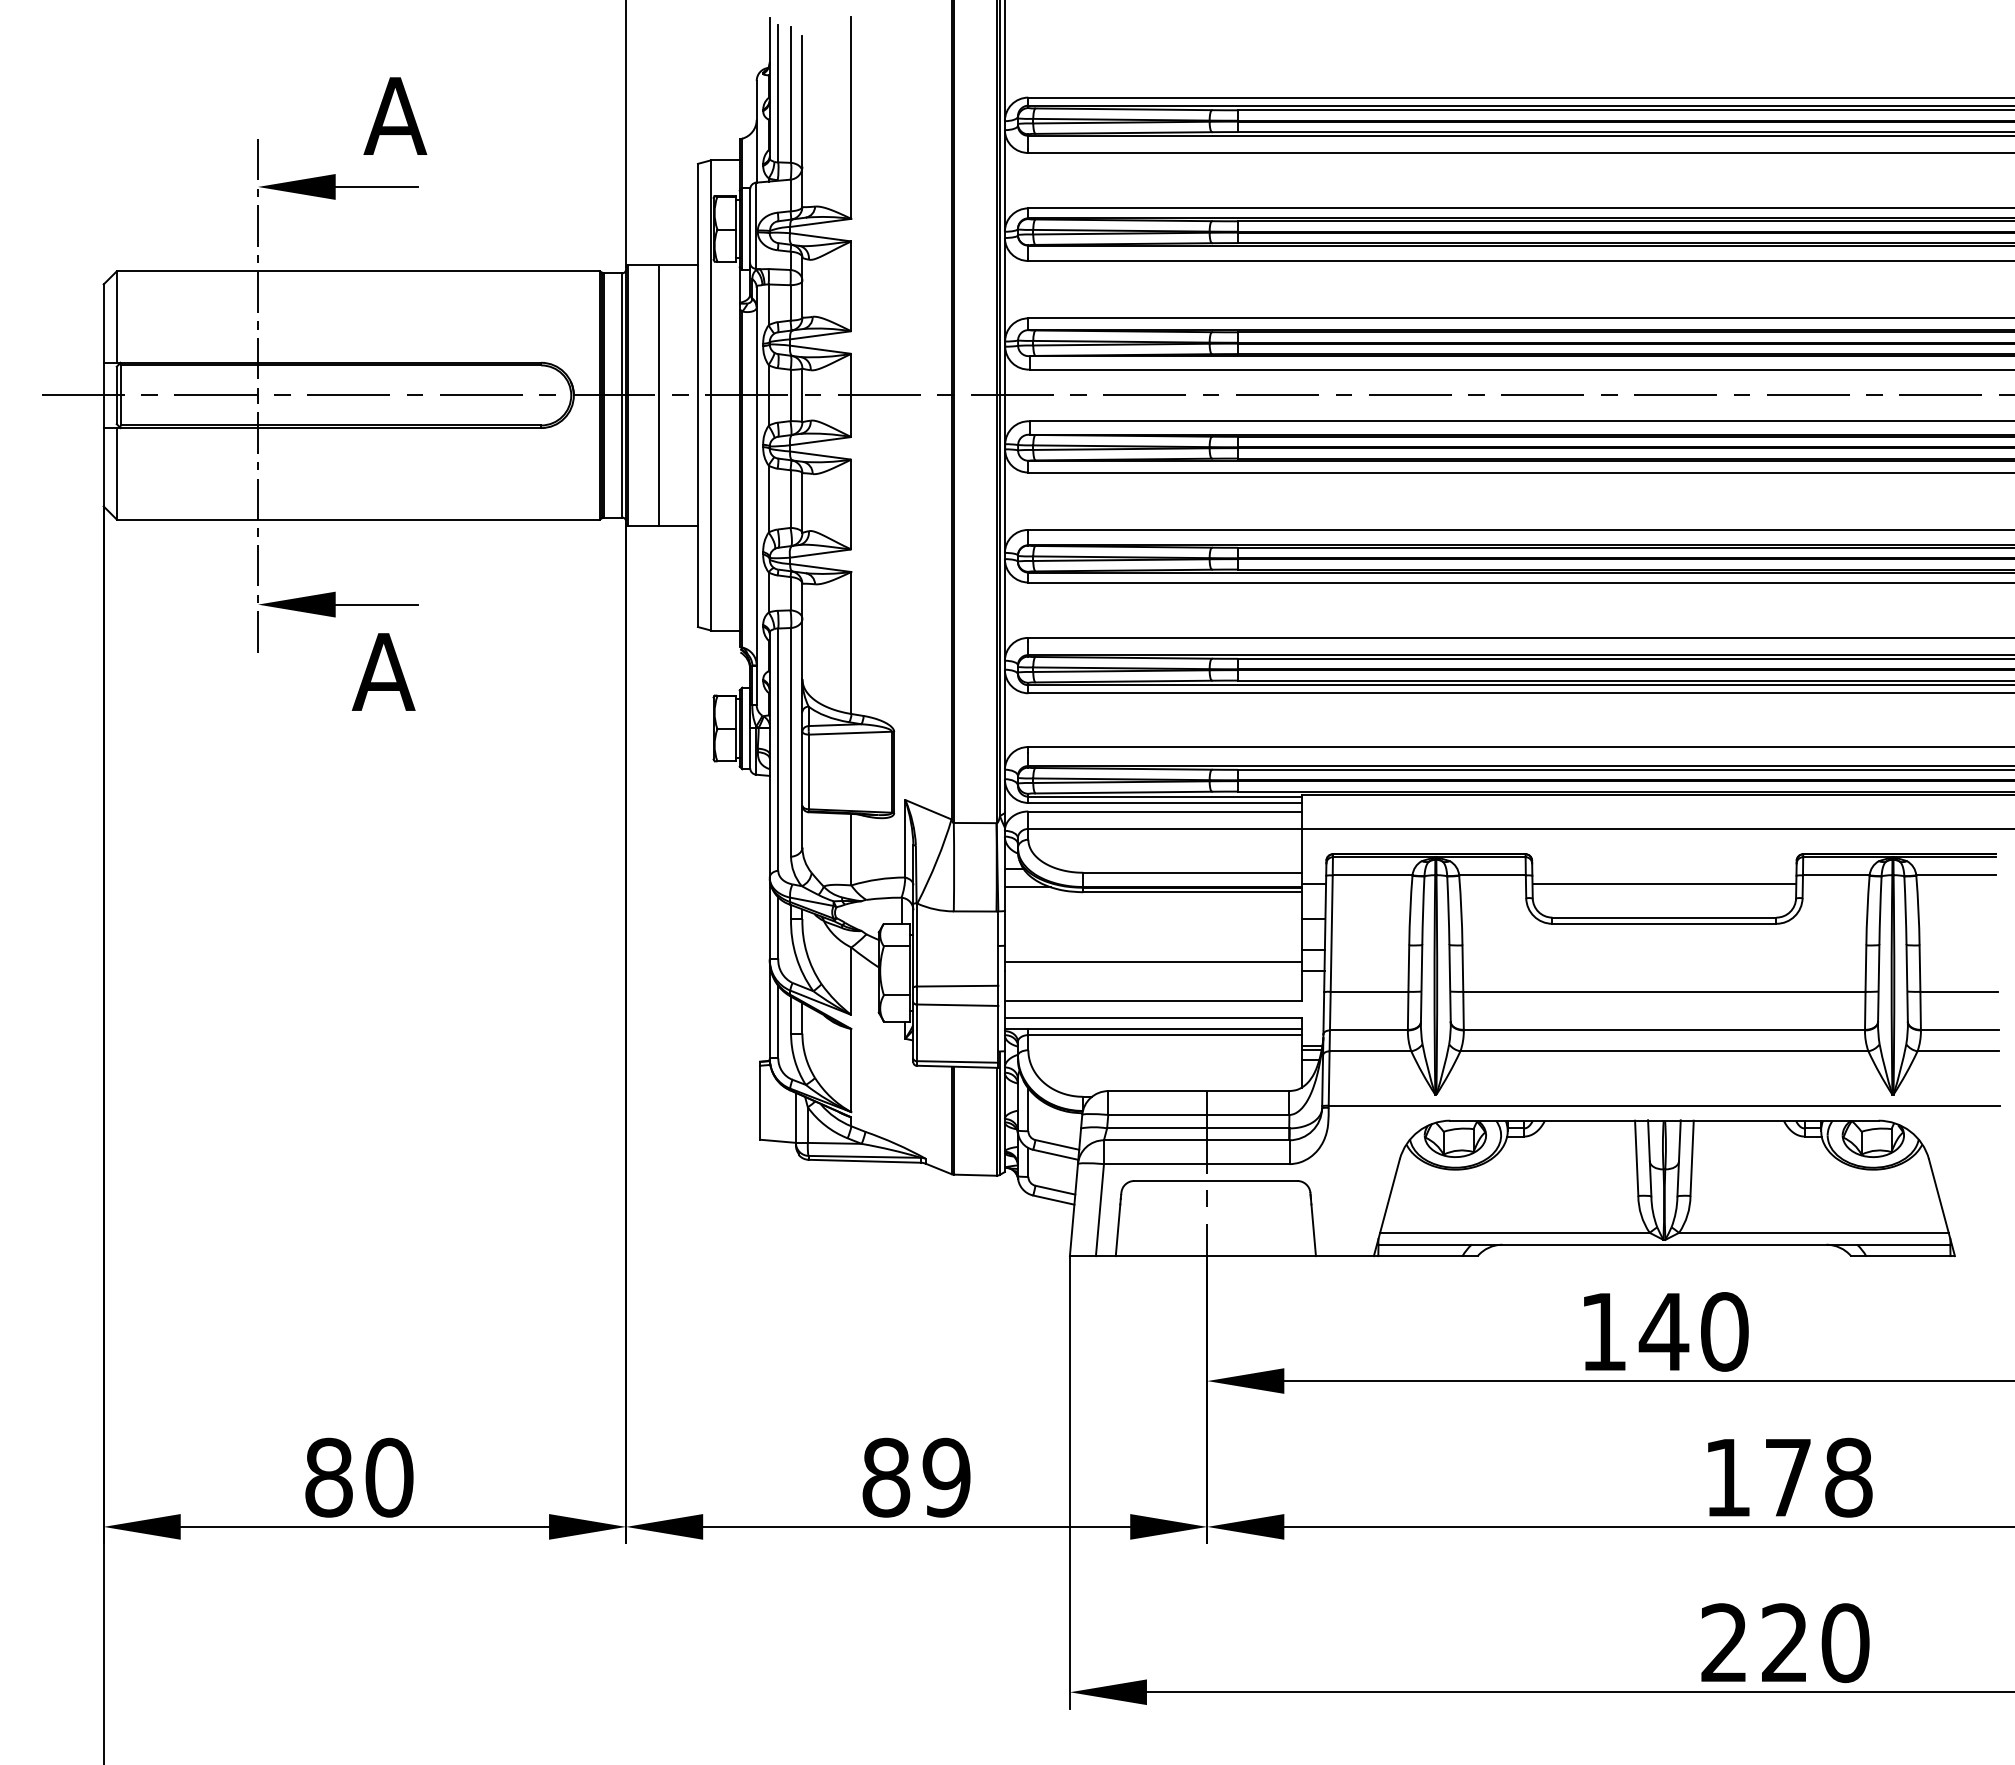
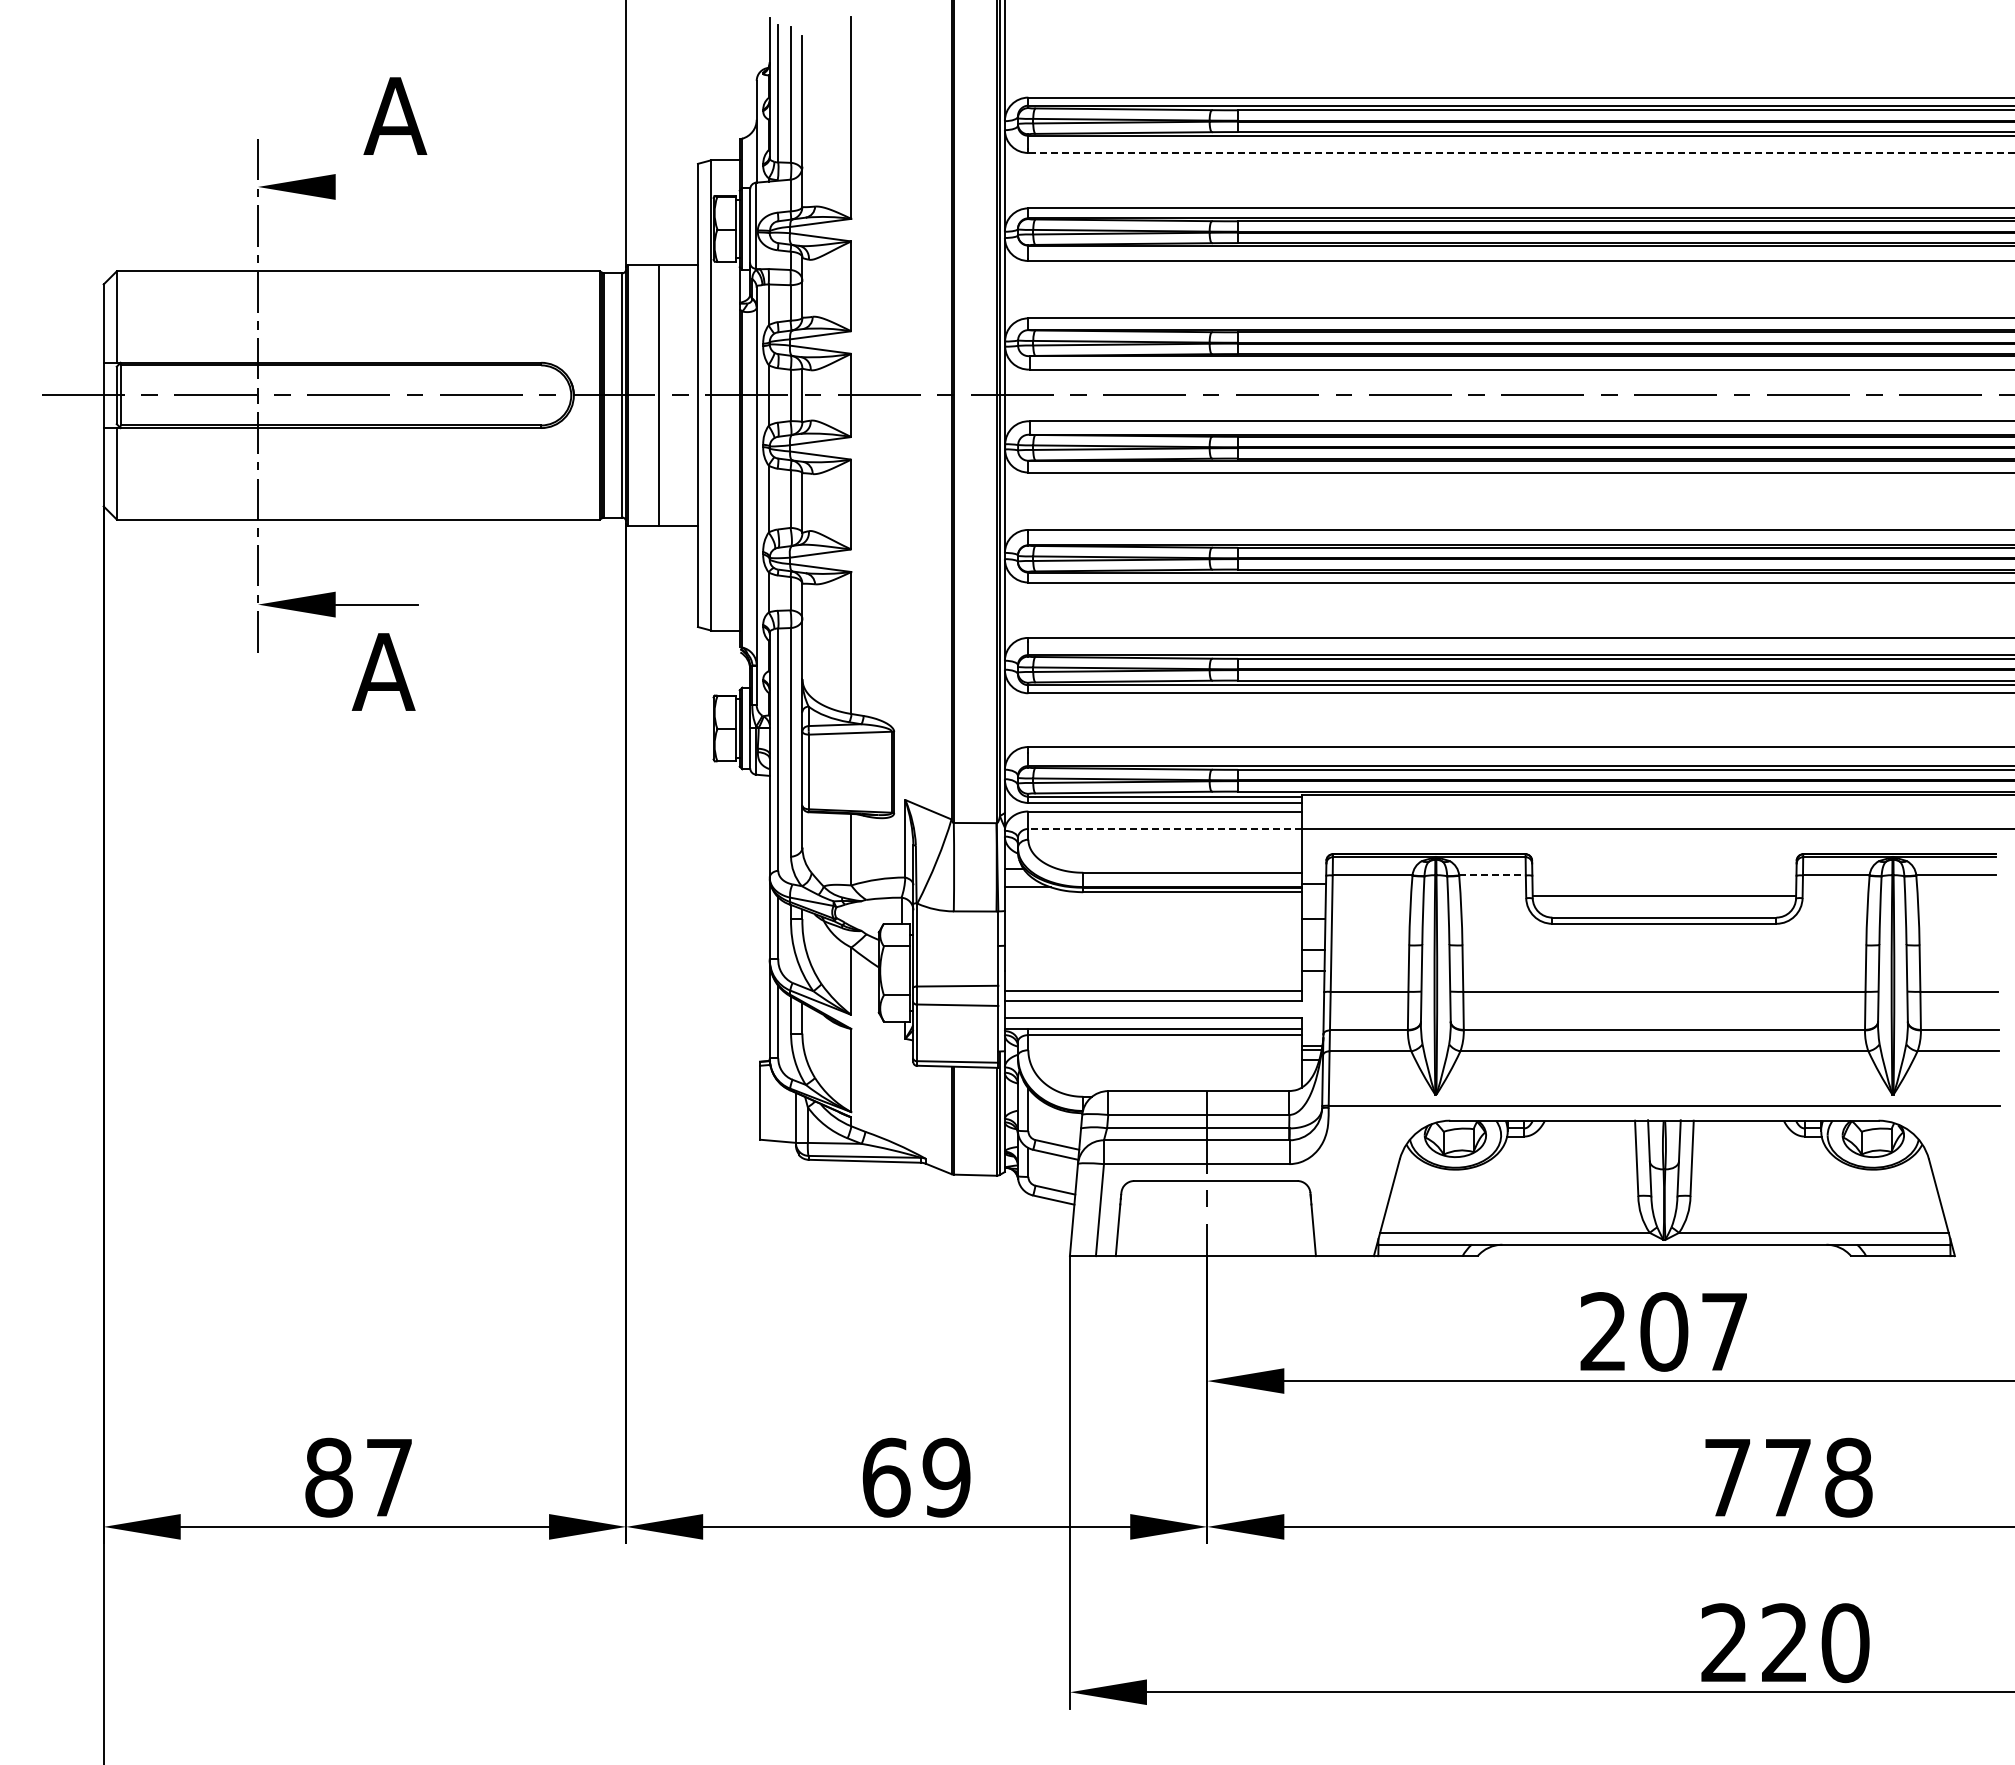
line at (1521, 152): solid -> dashed
line at (376, 186): present -> none
line at (1165, 828): solid -> dashed
line at (1493, 875): solid -> dashed
line at (1664, 884) position: (1664, 884) -> (1664, 896)
line at (1152, 961) position: (1152, 961) -> (1152, 990)
text at (1664, 1331): 140 -> 207
text at (389, 1477): 80 -> 87
text at (886, 1477): 89 -> 69
text at (1727, 1477): 178 -> 778
